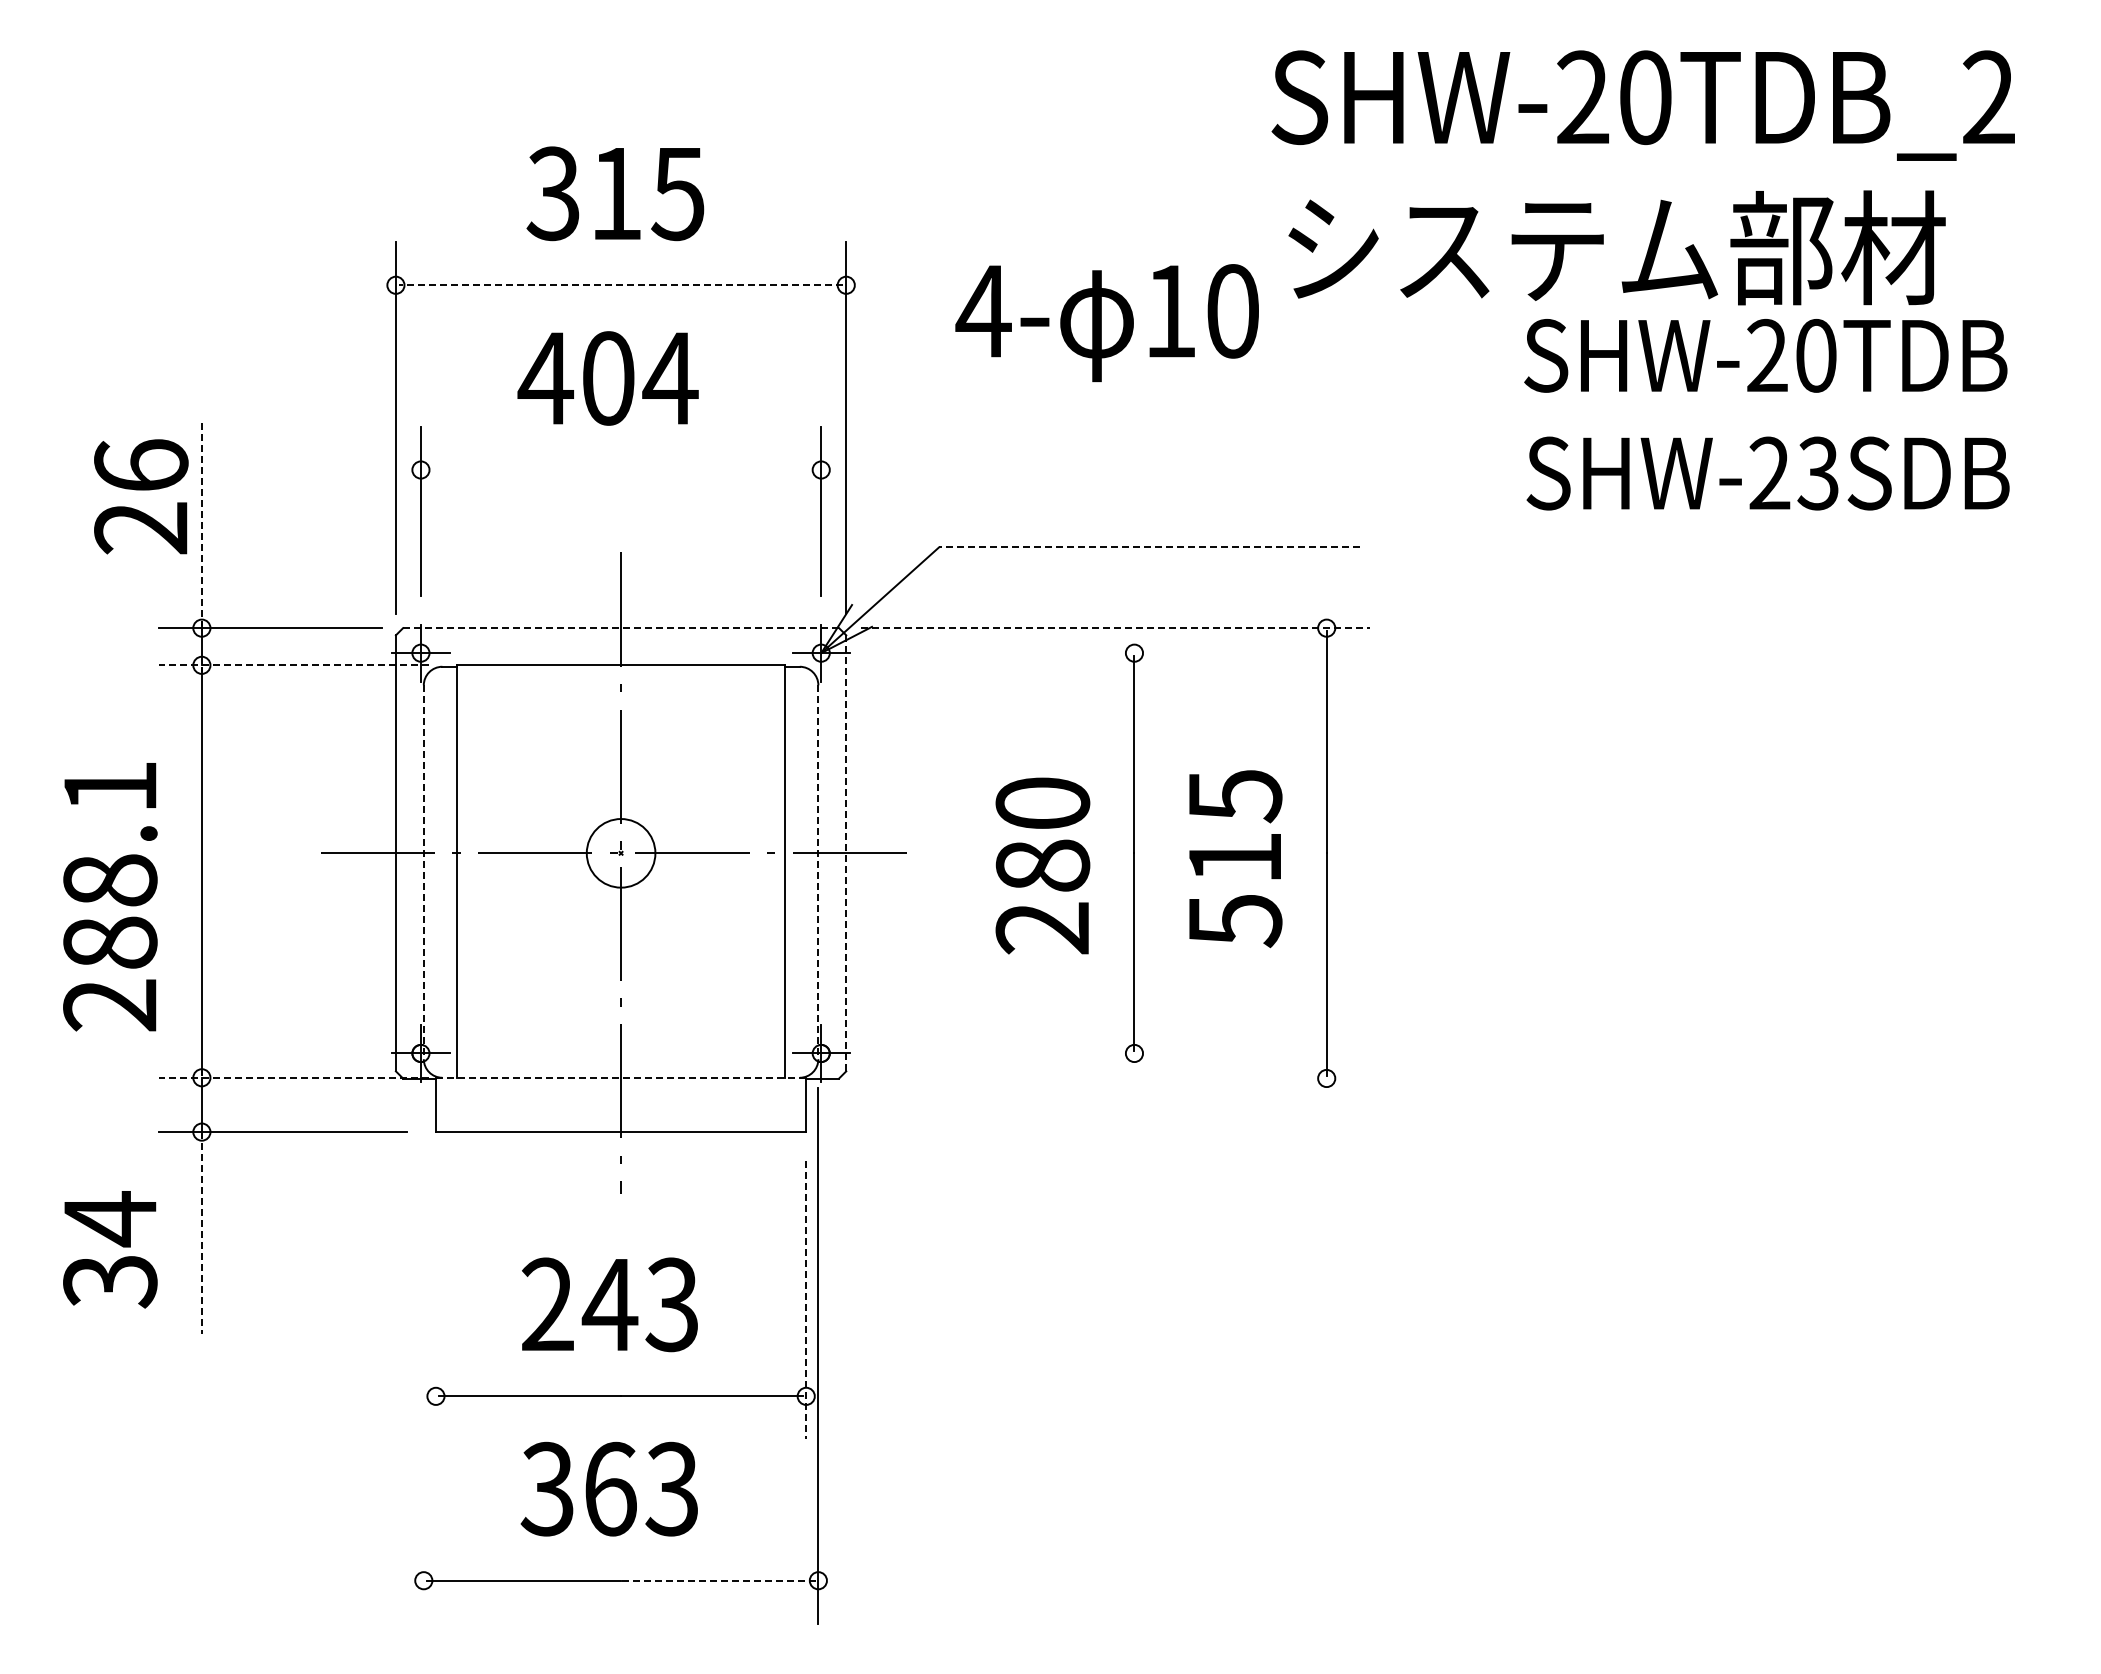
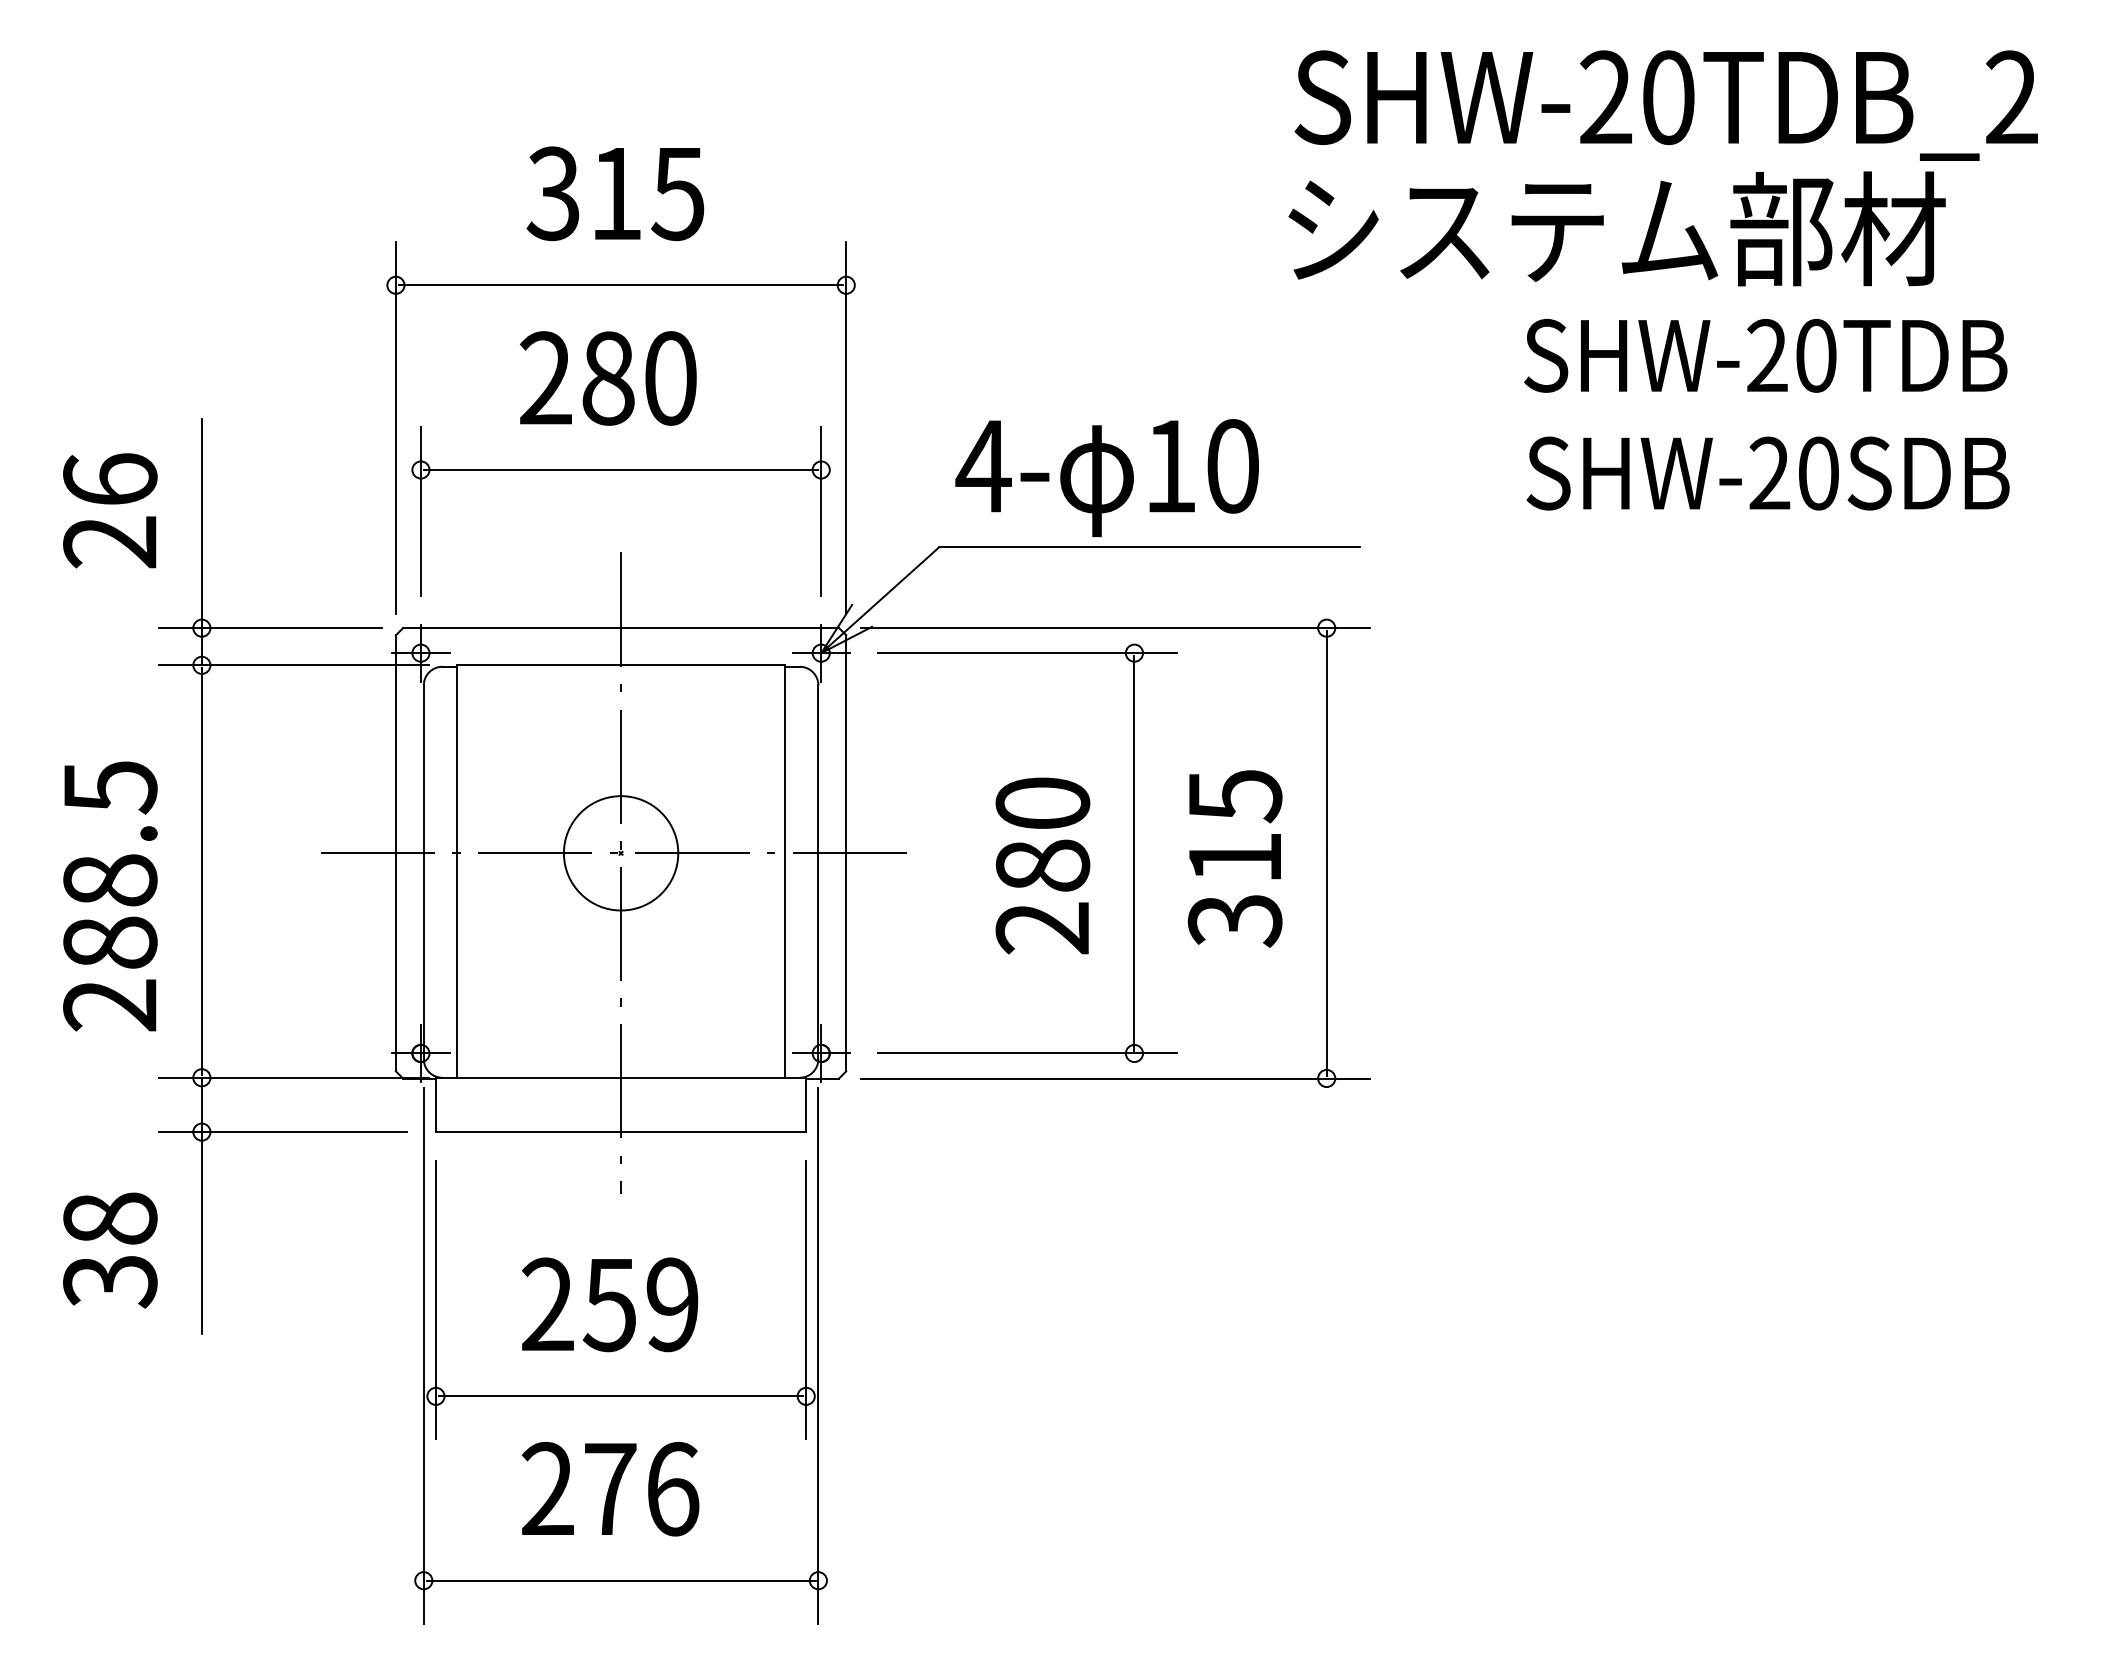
text at (1642, 105) position: (1642, 105) -> (1665, 105)
text at (1616, 247) position: (1616, 247) -> (1616, 228)
line at (620, 285): dashed -> solid
text at (1106, 323) position: (1106, 323) -> (1106, 478)
text at (607, 378): 404 -> 280
line at (620, 470): none -> present
text at (1817, 473): SHW-23SDB -> SHW-20SDB
text at (141, 496) position: (141, 496) -> (110, 510)
line at (201, 523): dashed -> solid
line at (1149, 547): dashed -> solid
line at (621, 628): dashed -> solid
line at (1115, 628): dashed -> solid
line at (1027, 653): none -> present
line at (293, 665): dashed -> solid
text at (110, 787): 288.1 -> 288.5
circle at (620, 853) diameter: 69 px -> 114 px
line at (846, 853): dashed -> solid
line at (423, 872): dashed -> solid
line at (818, 872): dashed -> solid
text at (1234, 921): 515 -> 315
line at (1027, 1053): none -> present
line at (293, 1077): dashed -> solid
line at (621, 1077): dashed -> solid
line at (1114, 1078): none -> present
text at (110, 1219): 34 -> 38
line at (201, 1233): dashed -> solid
line at (435, 1299): none -> present
line at (806, 1300): dashed -> solid
text at (639, 1304): 243 -> 259
line at (423, 1355): none -> present
text at (609, 1488): 363 -> 276
line at (717, 1580): dashed -> solid
